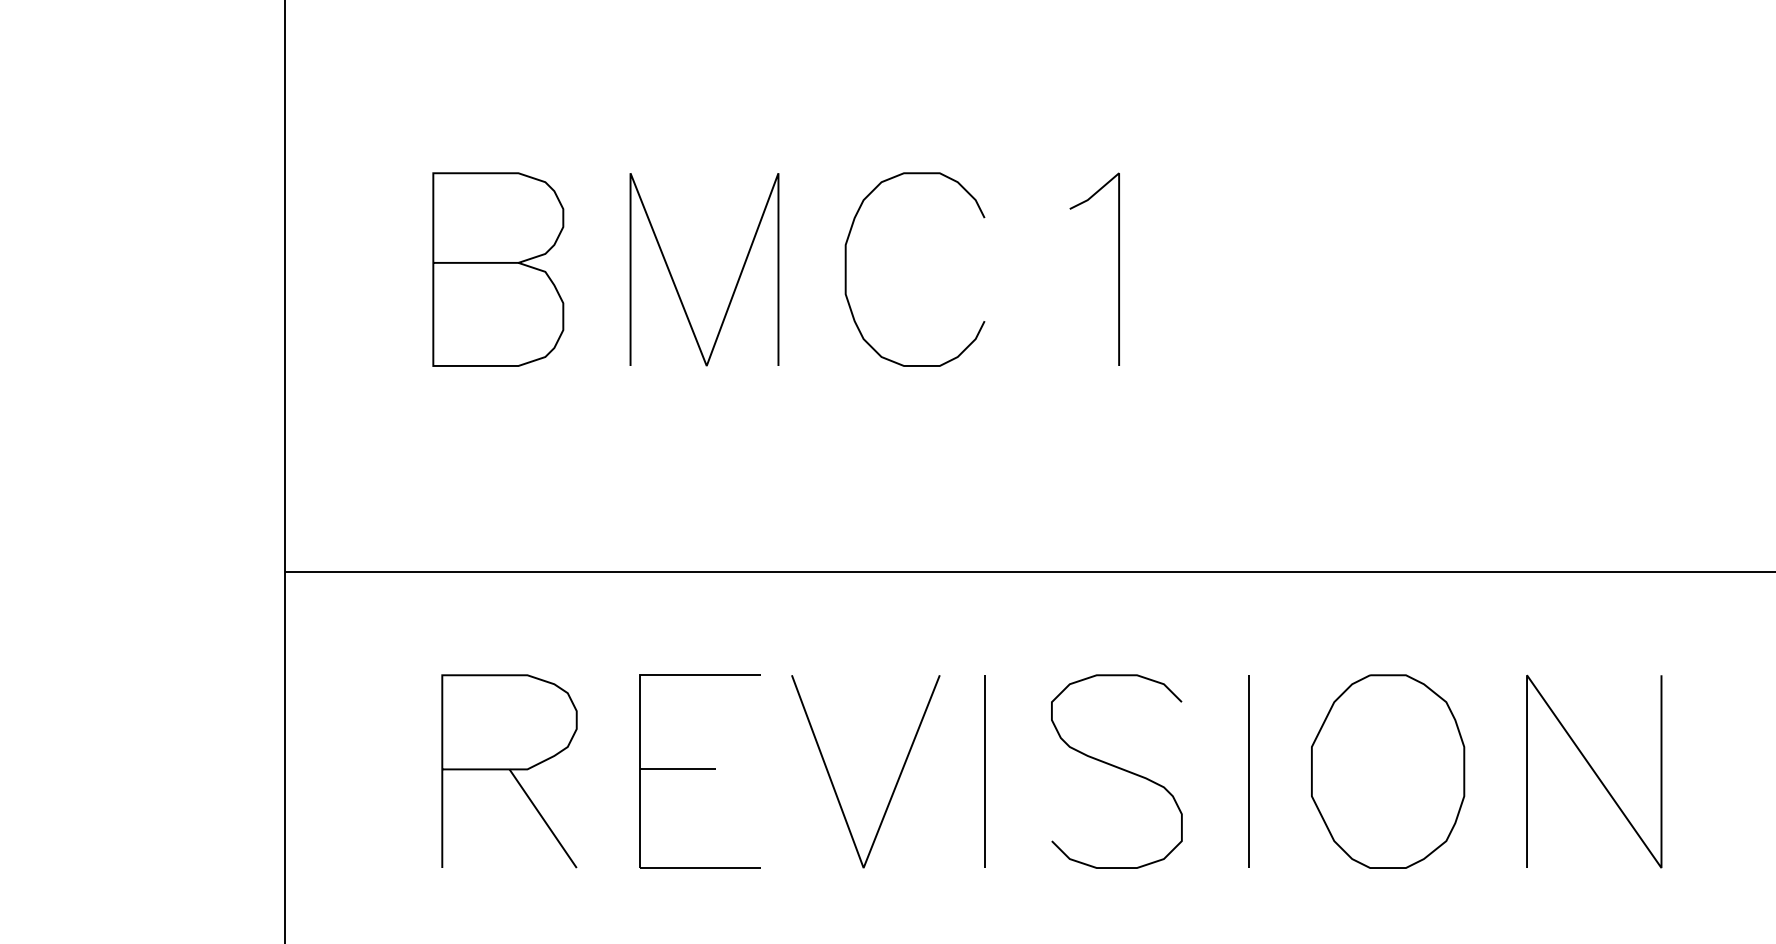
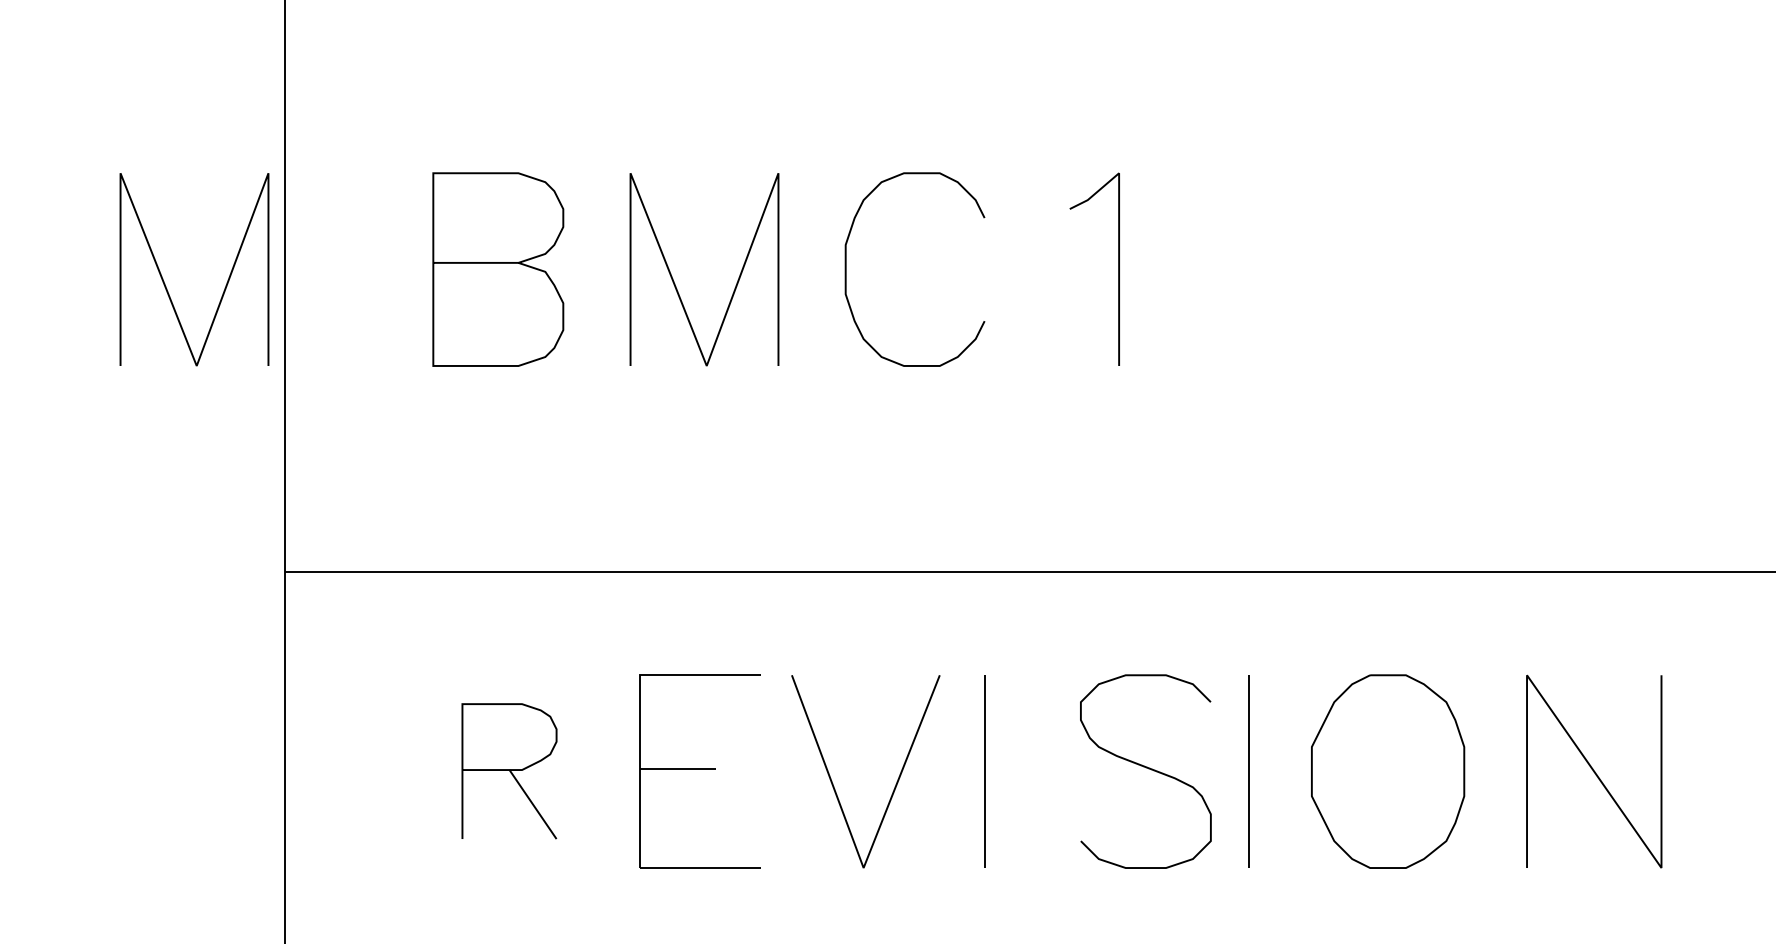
curve at (165, 283): none -> present
curve at (1117, 768) position: (1117, 768) -> (1146, 768)
part at (509, 771) size: 137x195 px -> 97x137 px
